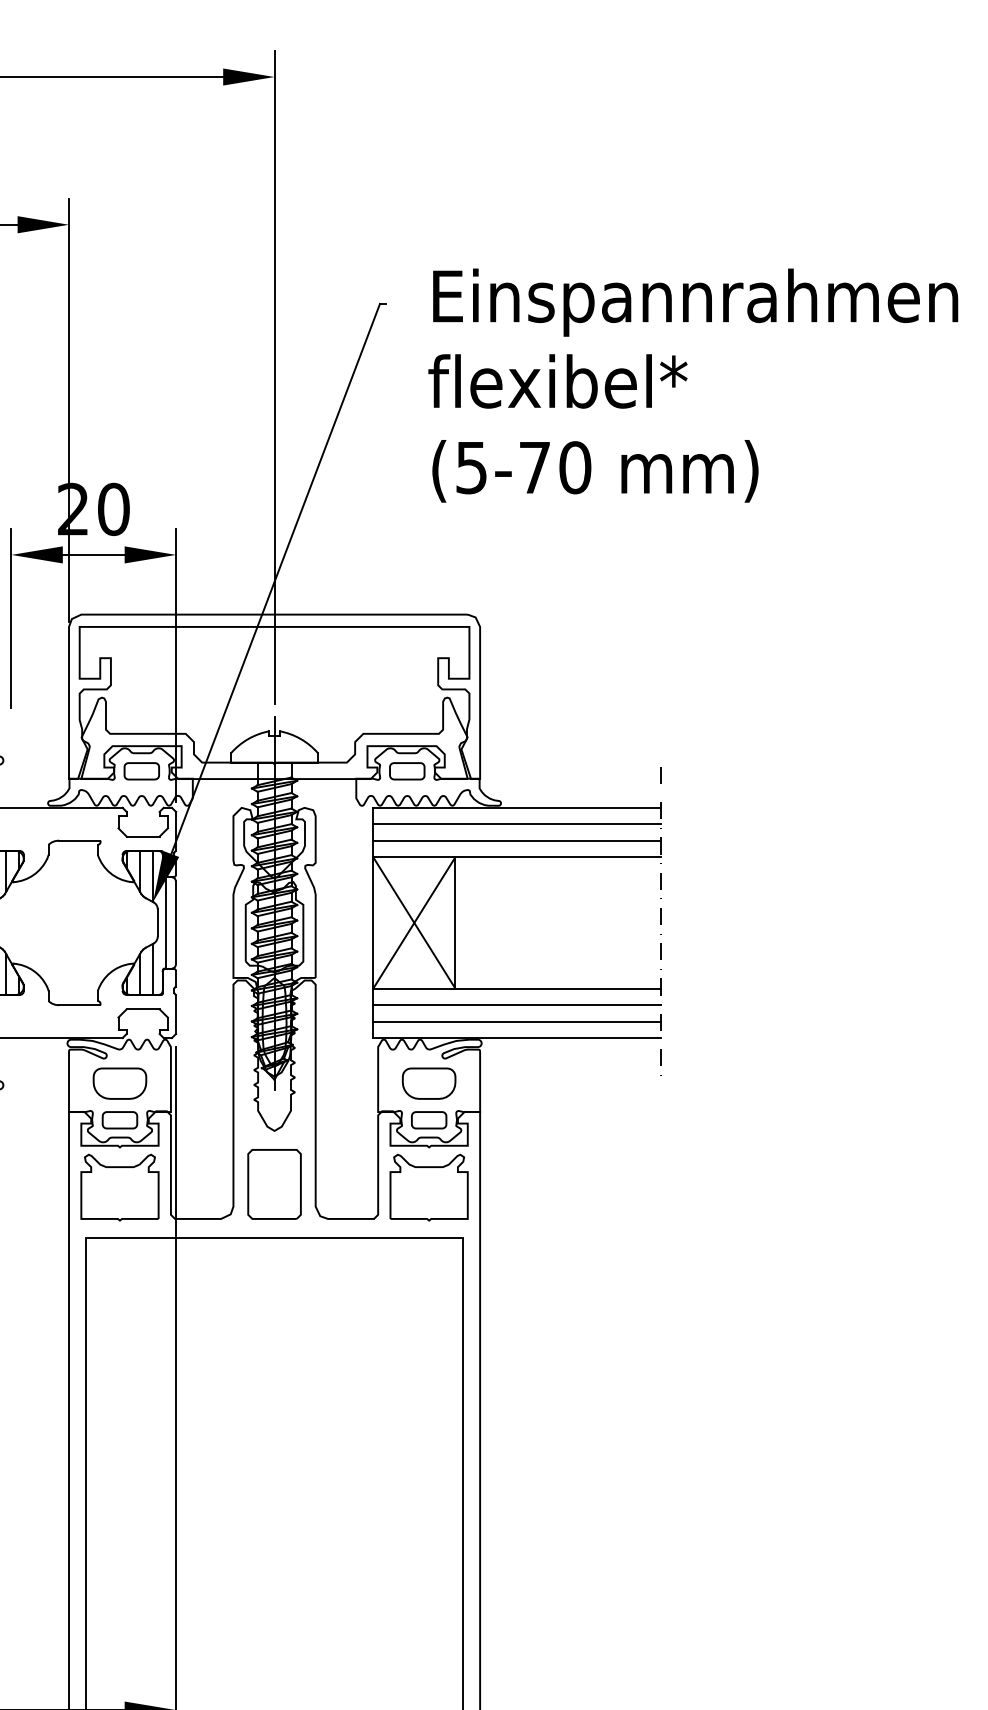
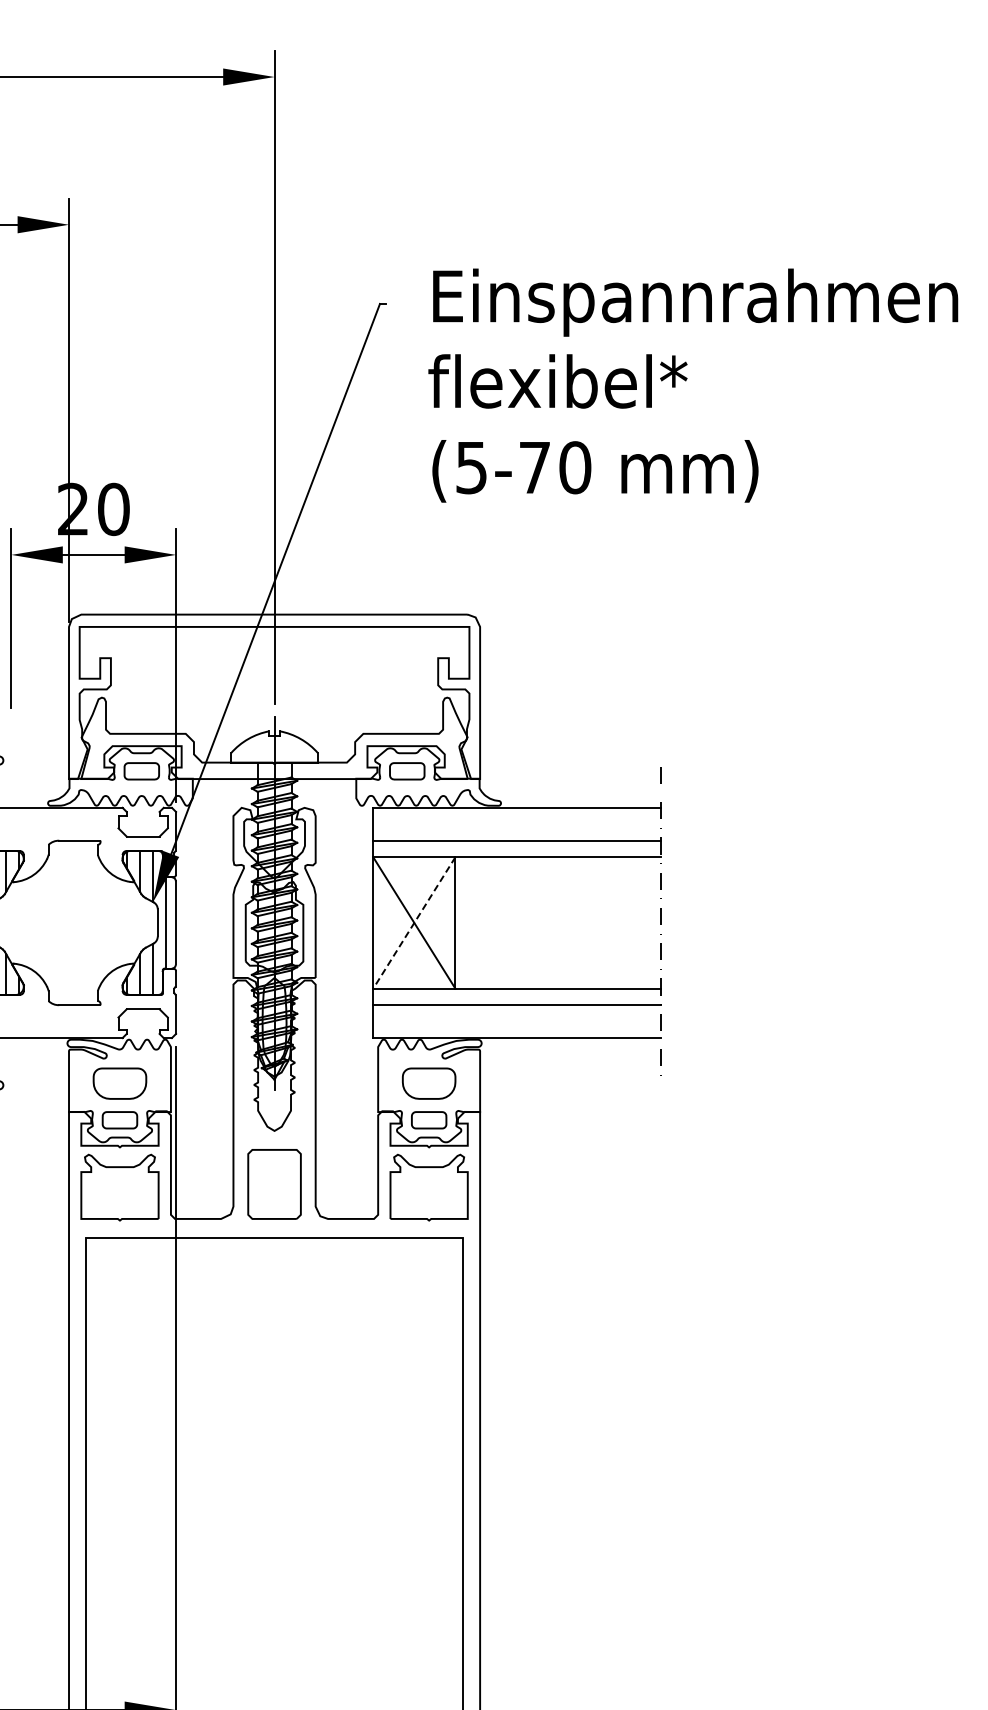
line at (517, 824): present -> none
line at (414, 922): solid -> dashed
line at (517, 1021): present -> none
